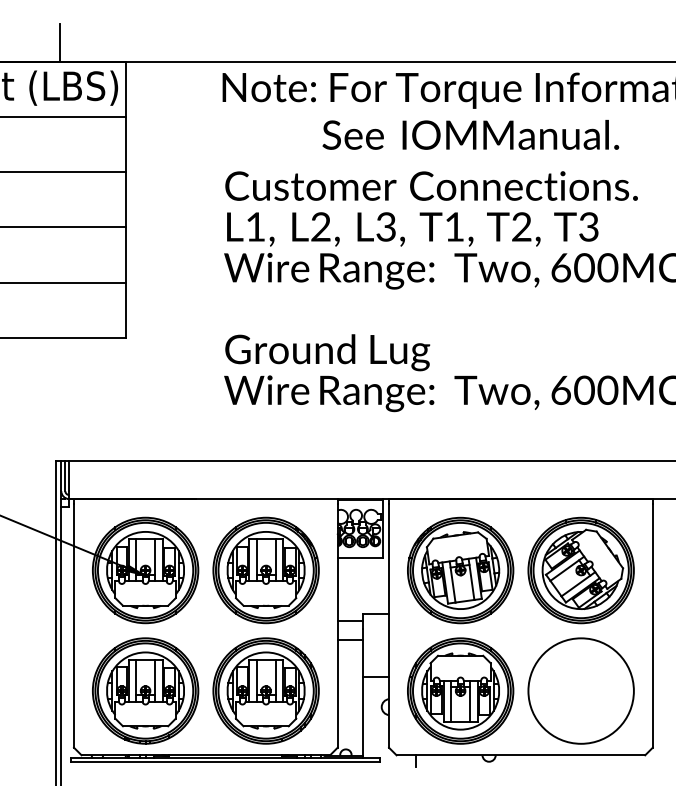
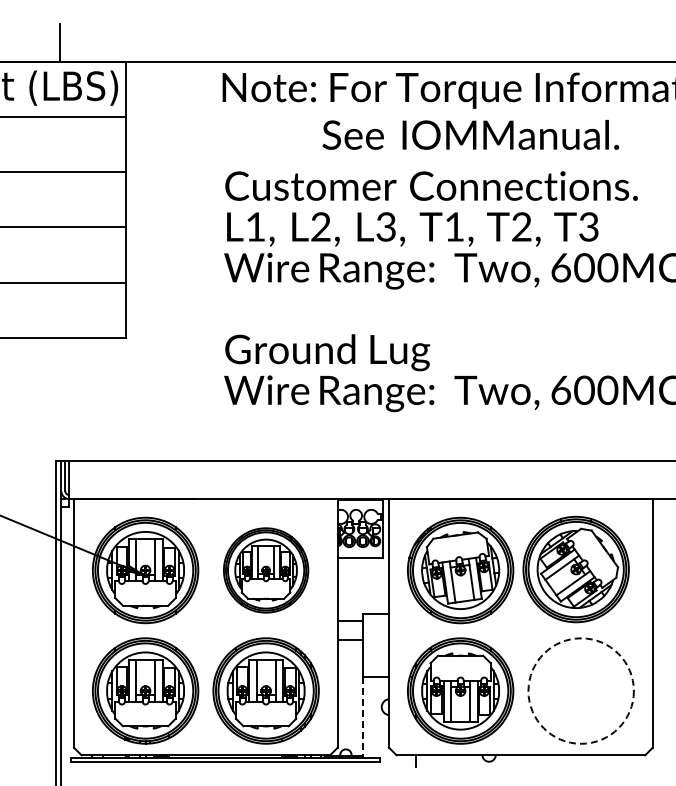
part at (265, 570) size: 108x109 px -> 87x87 px
part at (580, 570) position: (580, 570) -> (575, 569)
circle at (580, 690): solid -> dashed
line at (363, 717): solid -> dashed
